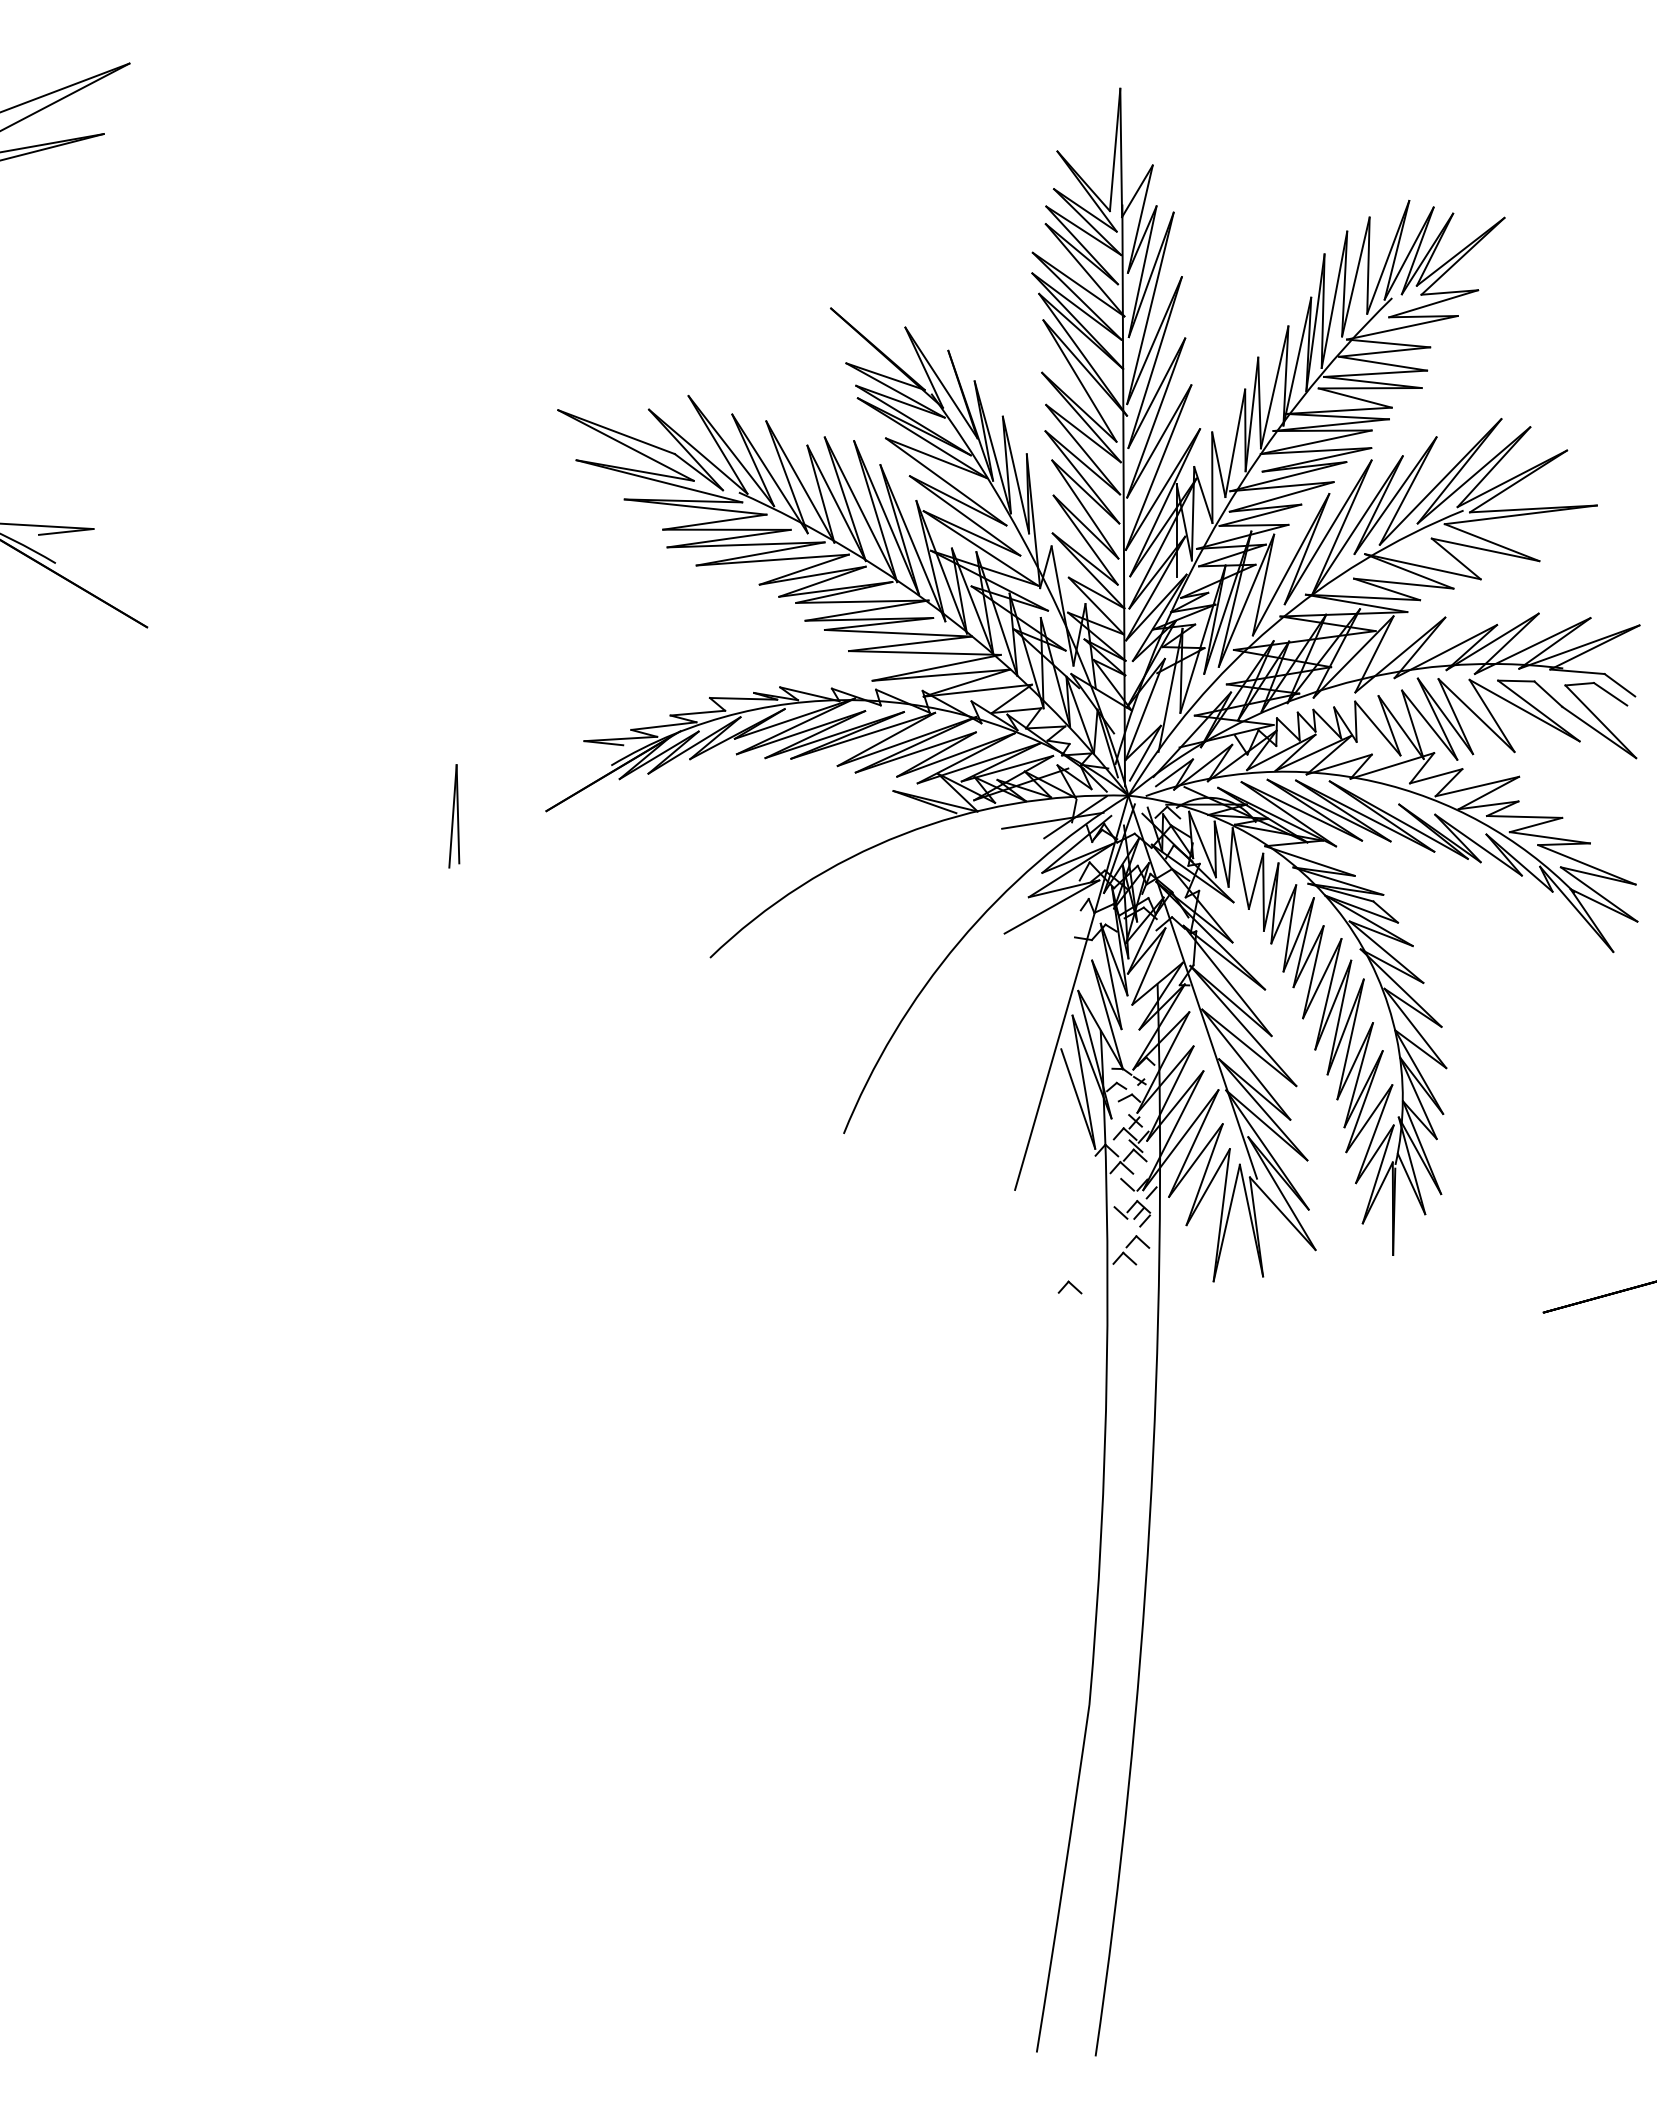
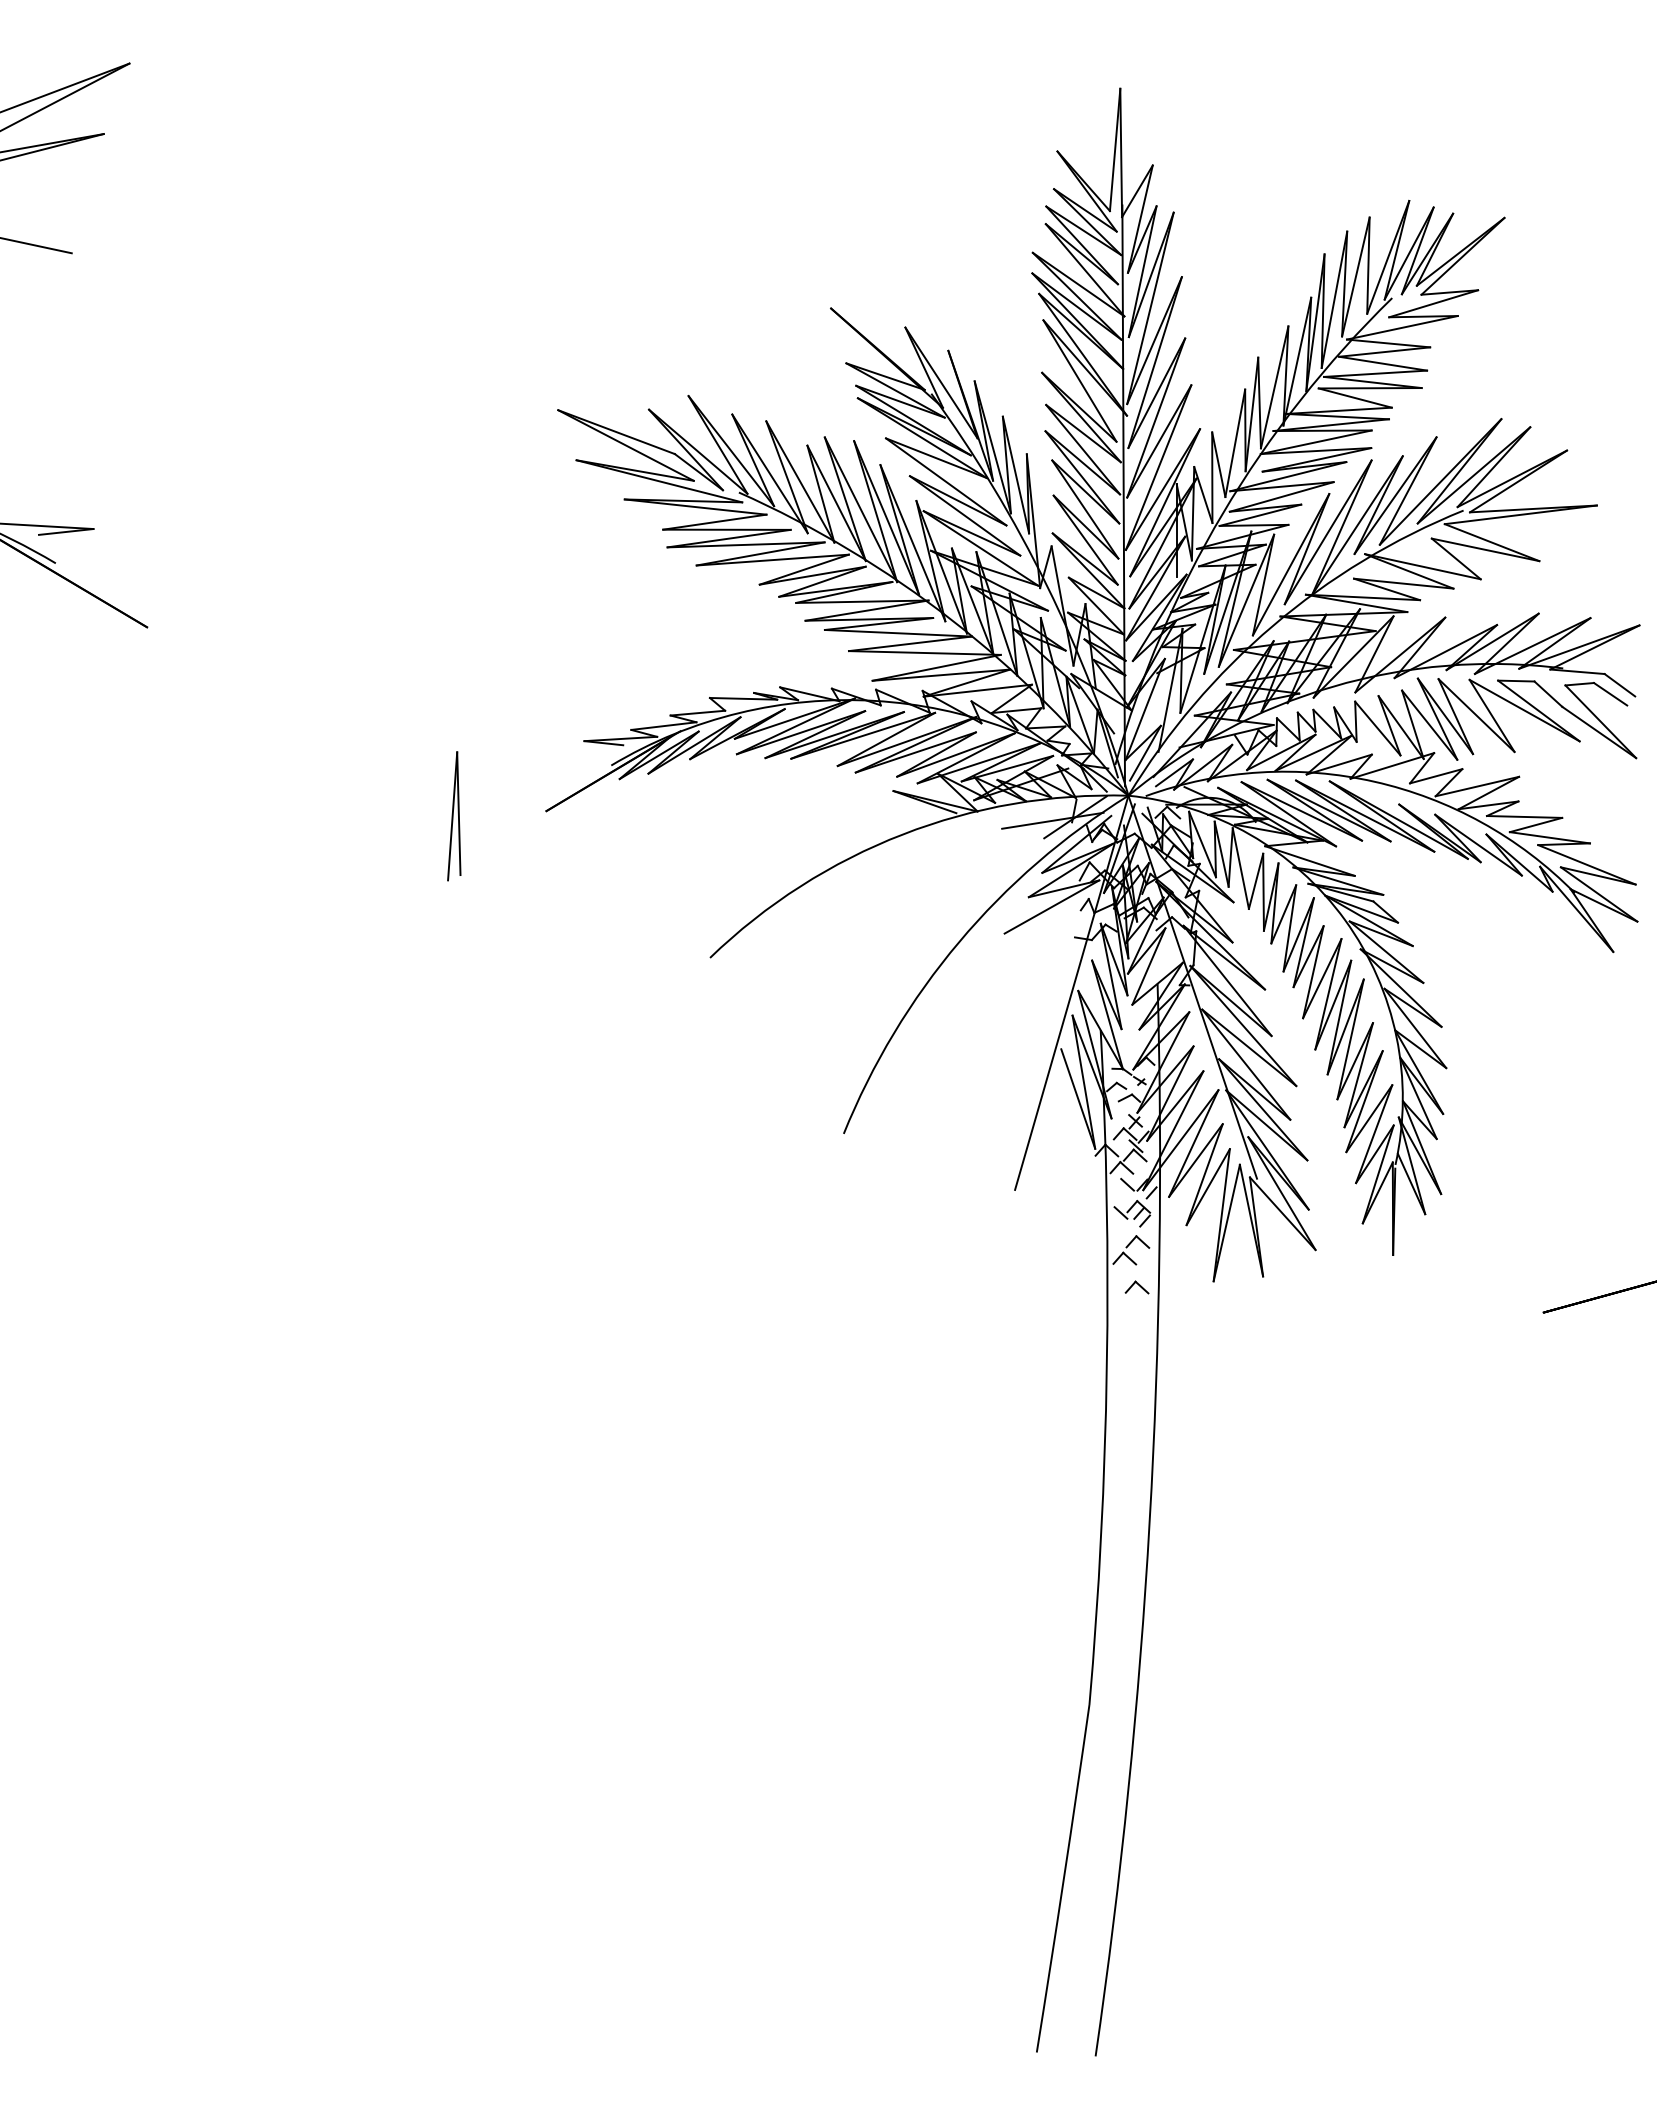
line at (36, 245): none -> present
part at (454, 816) size: 13x105 px -> 15x131 px
part at (1069, 1287) position: (1069, 1287) -> (1136, 1287)
